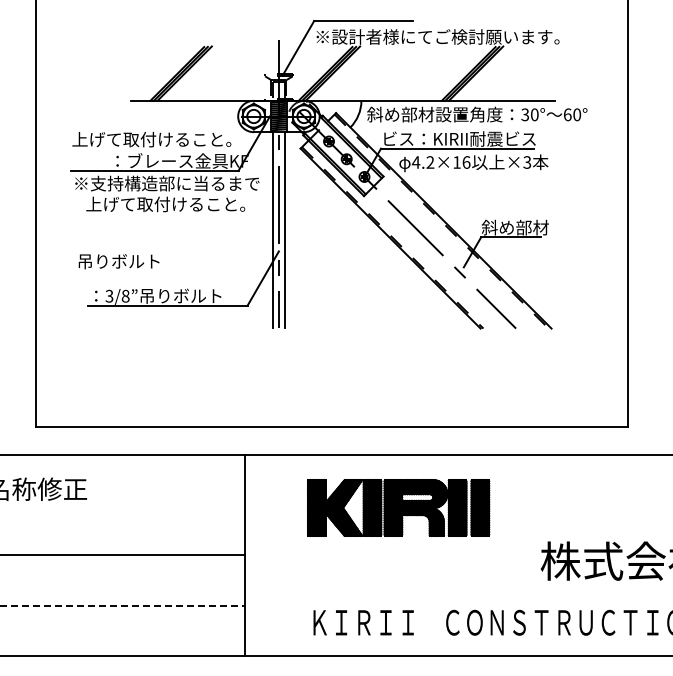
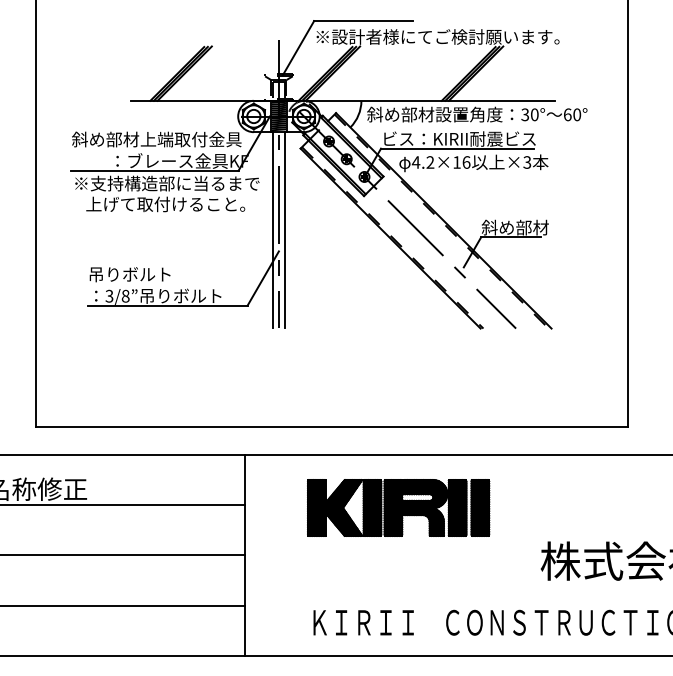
text at (156, 139): 上げて取付けること。 -> 斜め部材上端取付金具
text at (118, 261) position: (118, 261) -> (129, 274)
line at (123, 505): none -> present
line at (123, 605): dashed -> solid
